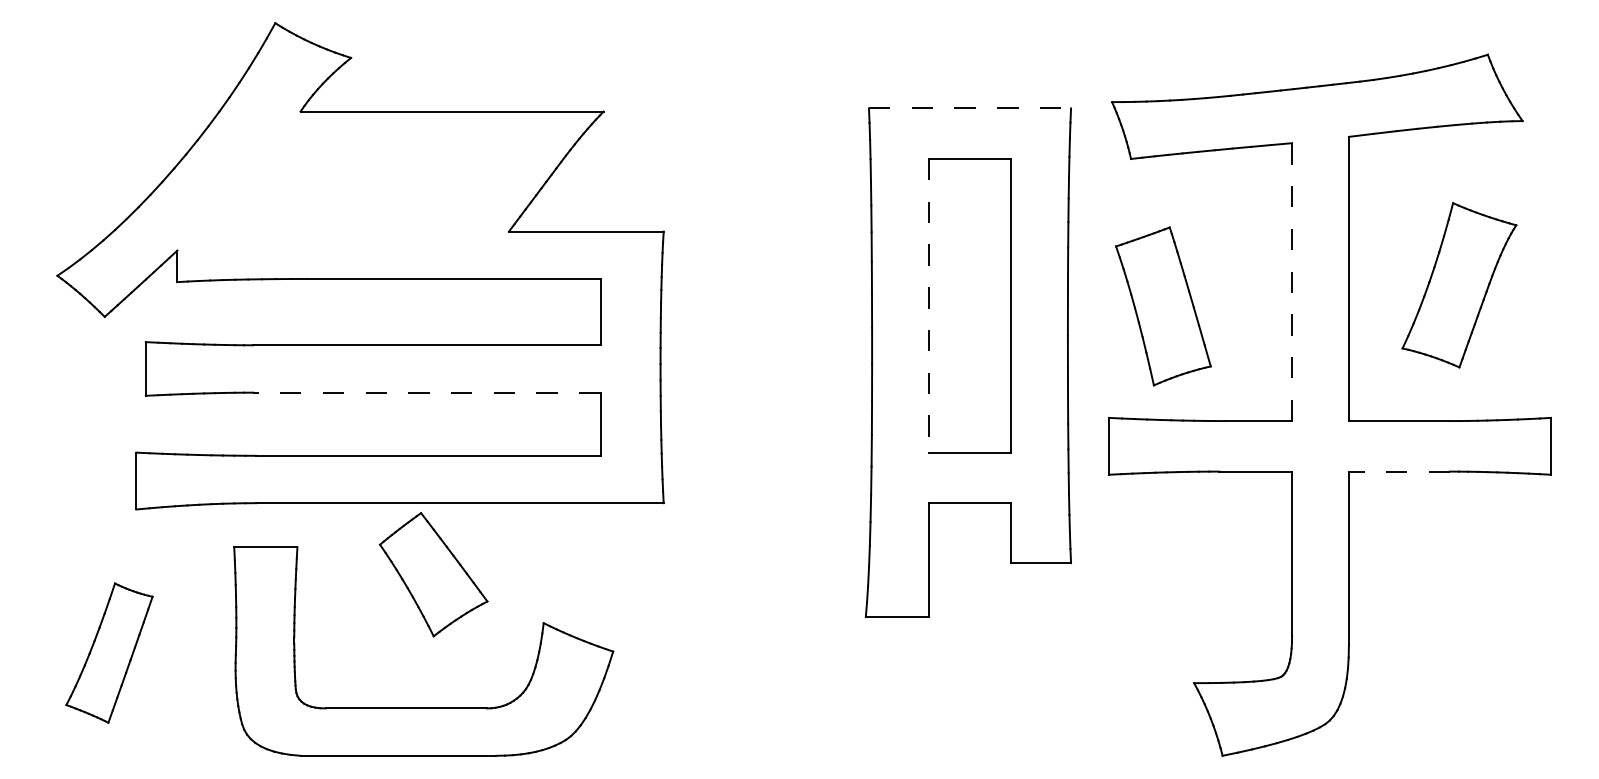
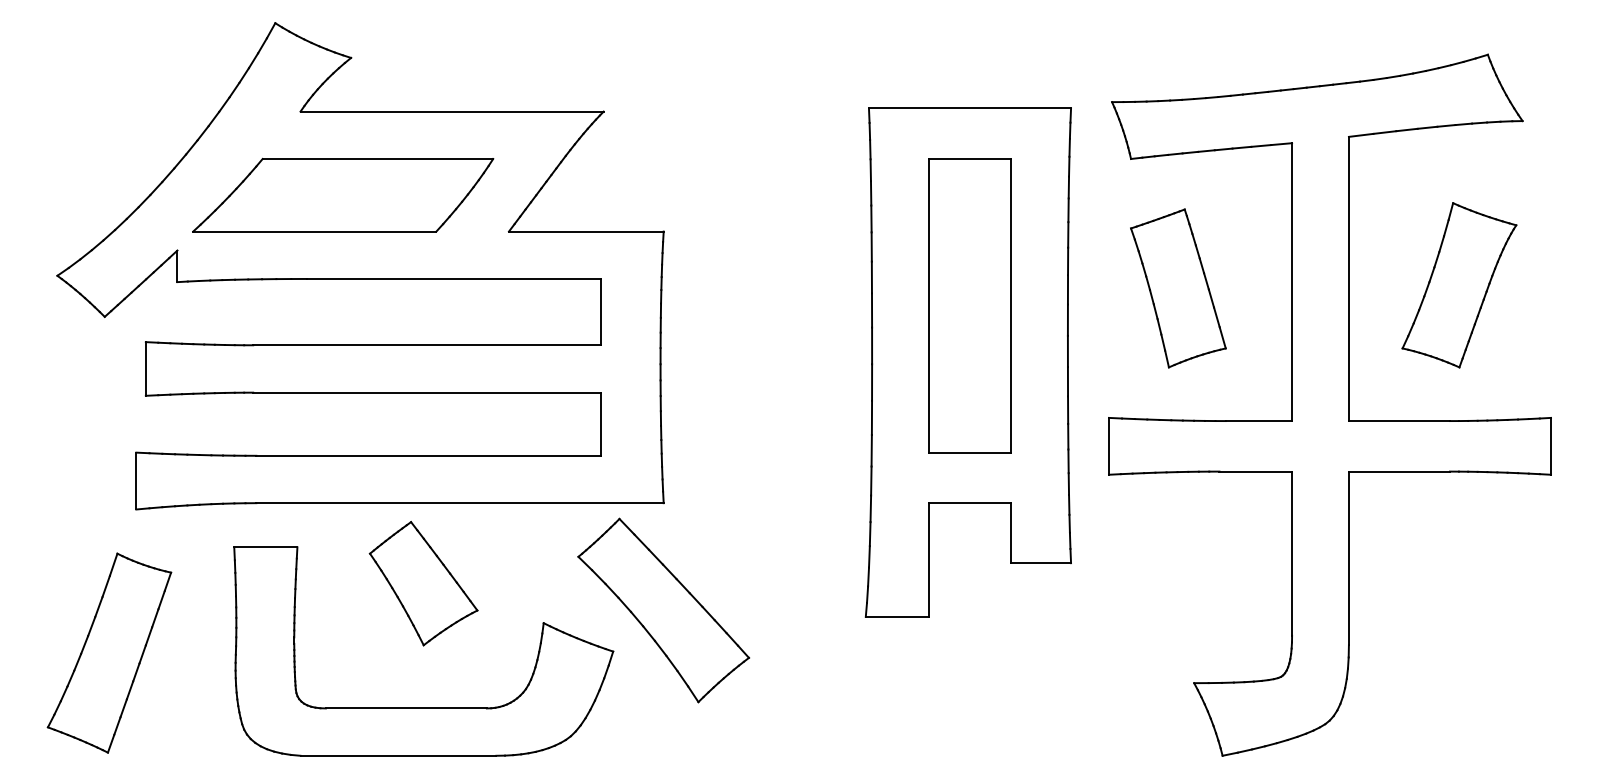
line at (970, 108): dashed -> solid
part at (343, 194): none -> present
line at (1292, 282): dashed -> solid
line at (928, 305): dashed -> solid
part at (1163, 306) position: (1163, 306) -> (1178, 288)
line at (426, 392): dashed -> solid
line at (1399, 471): dashed -> solid
part at (433, 574) position: (433, 574) -> (423, 583)
part at (663, 610): none -> present
part at (109, 652) size: 89x142 px -> 127x202 px
